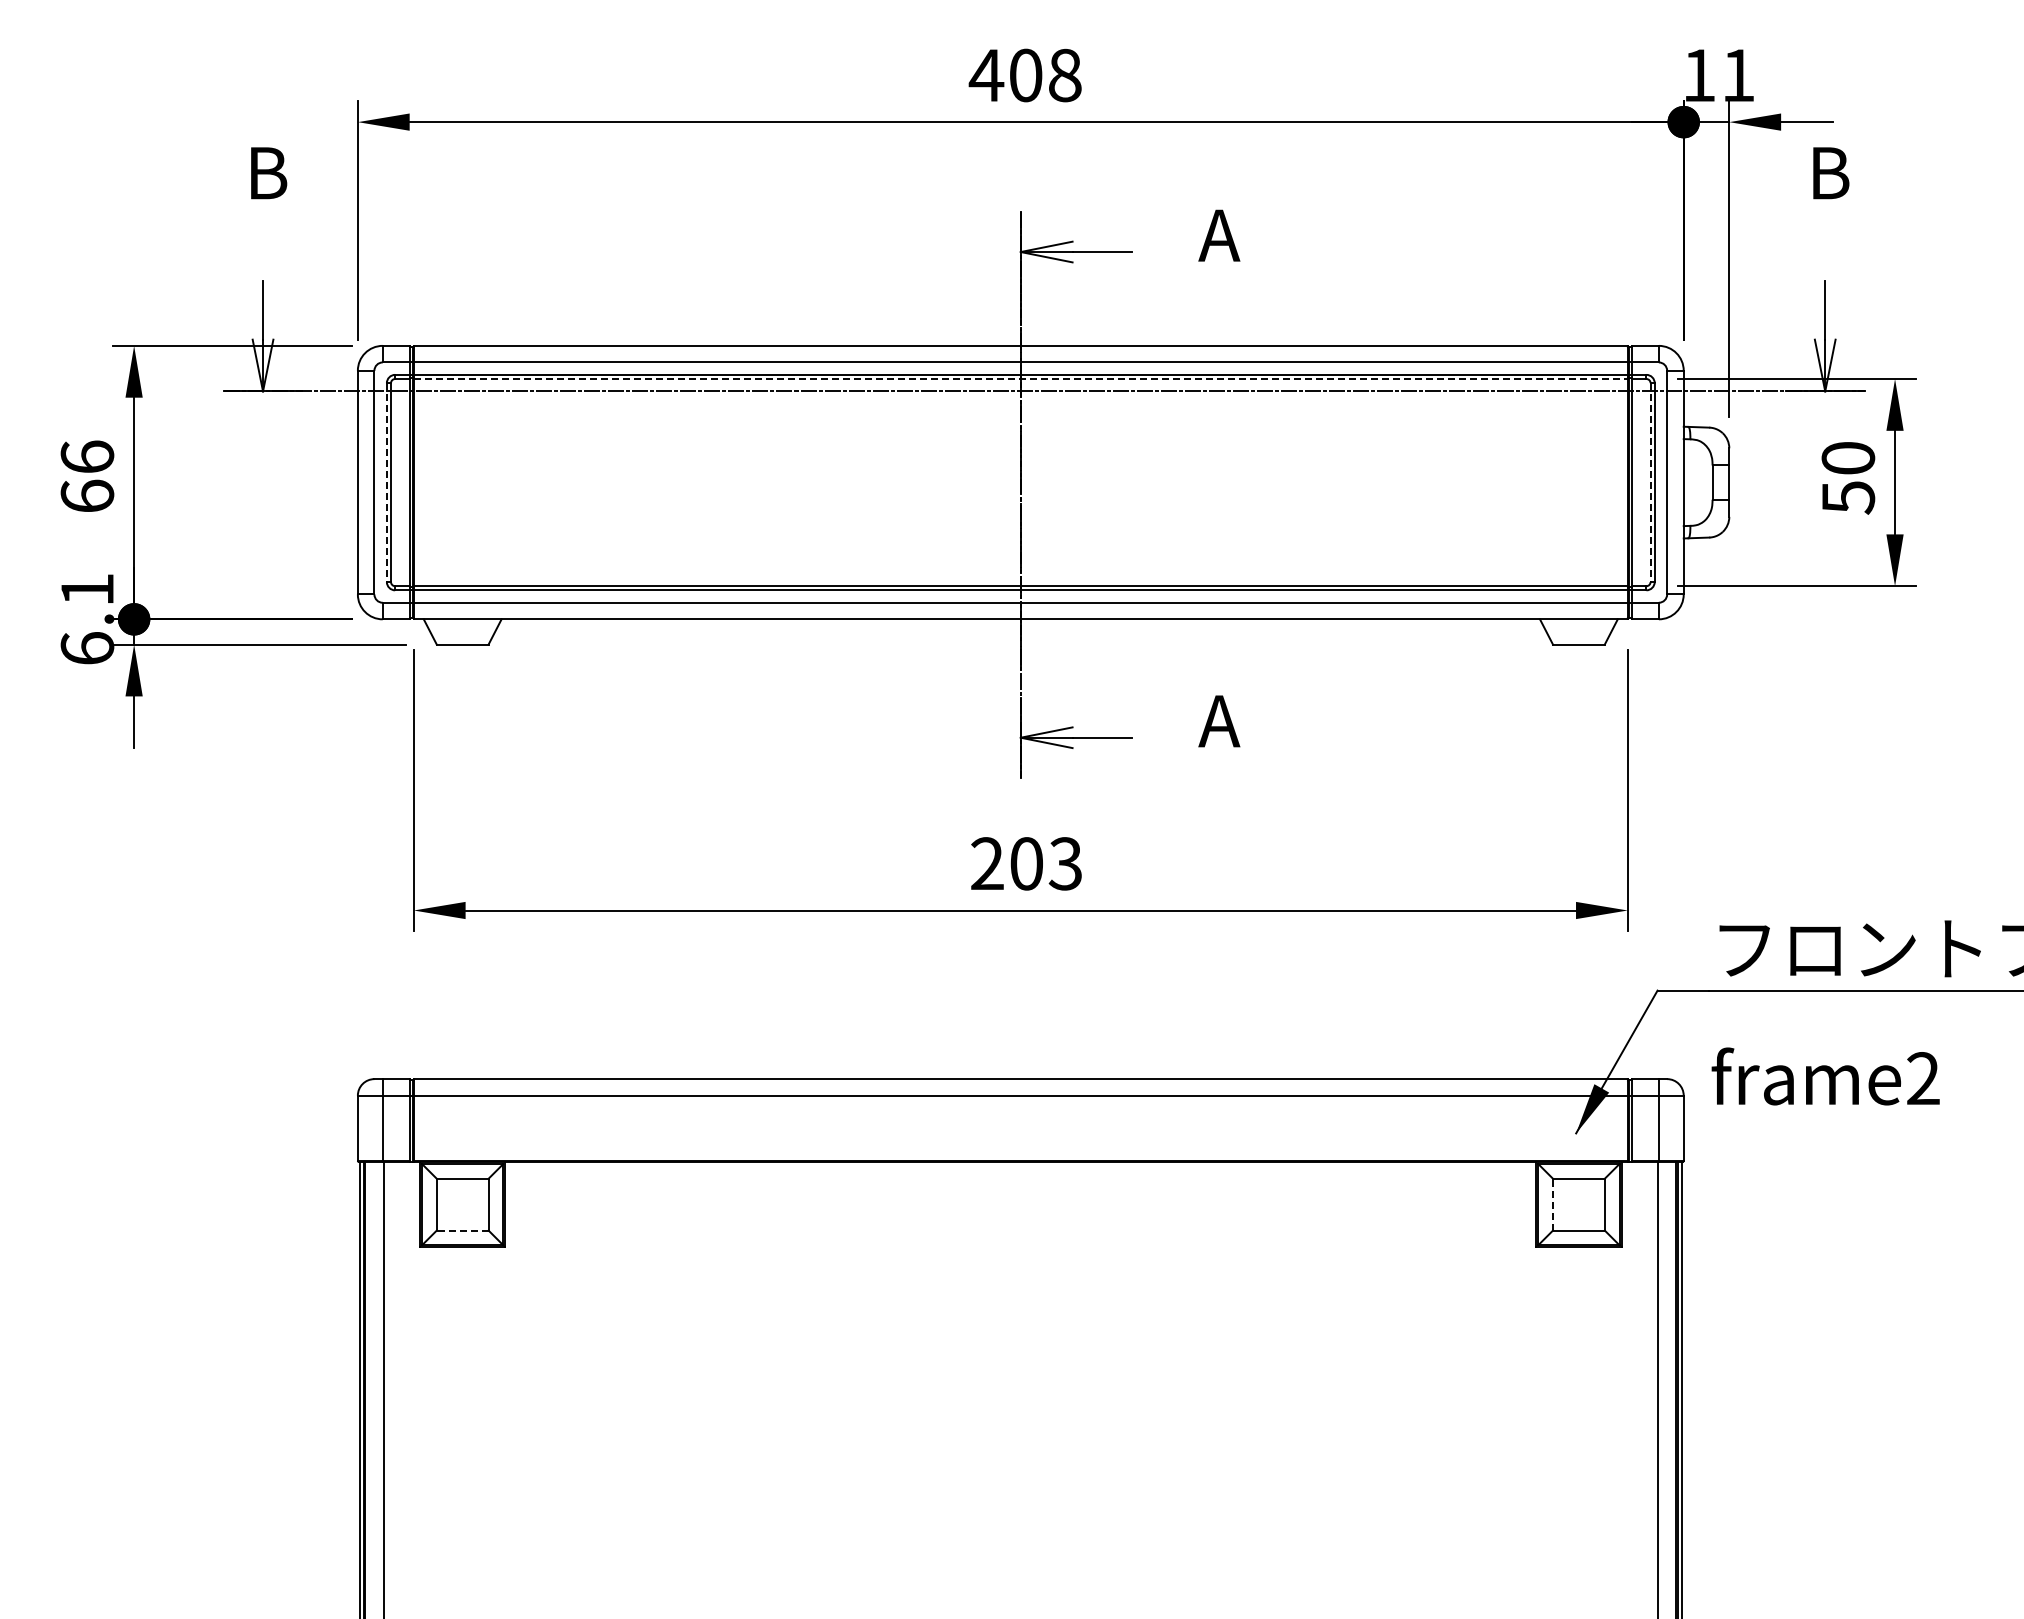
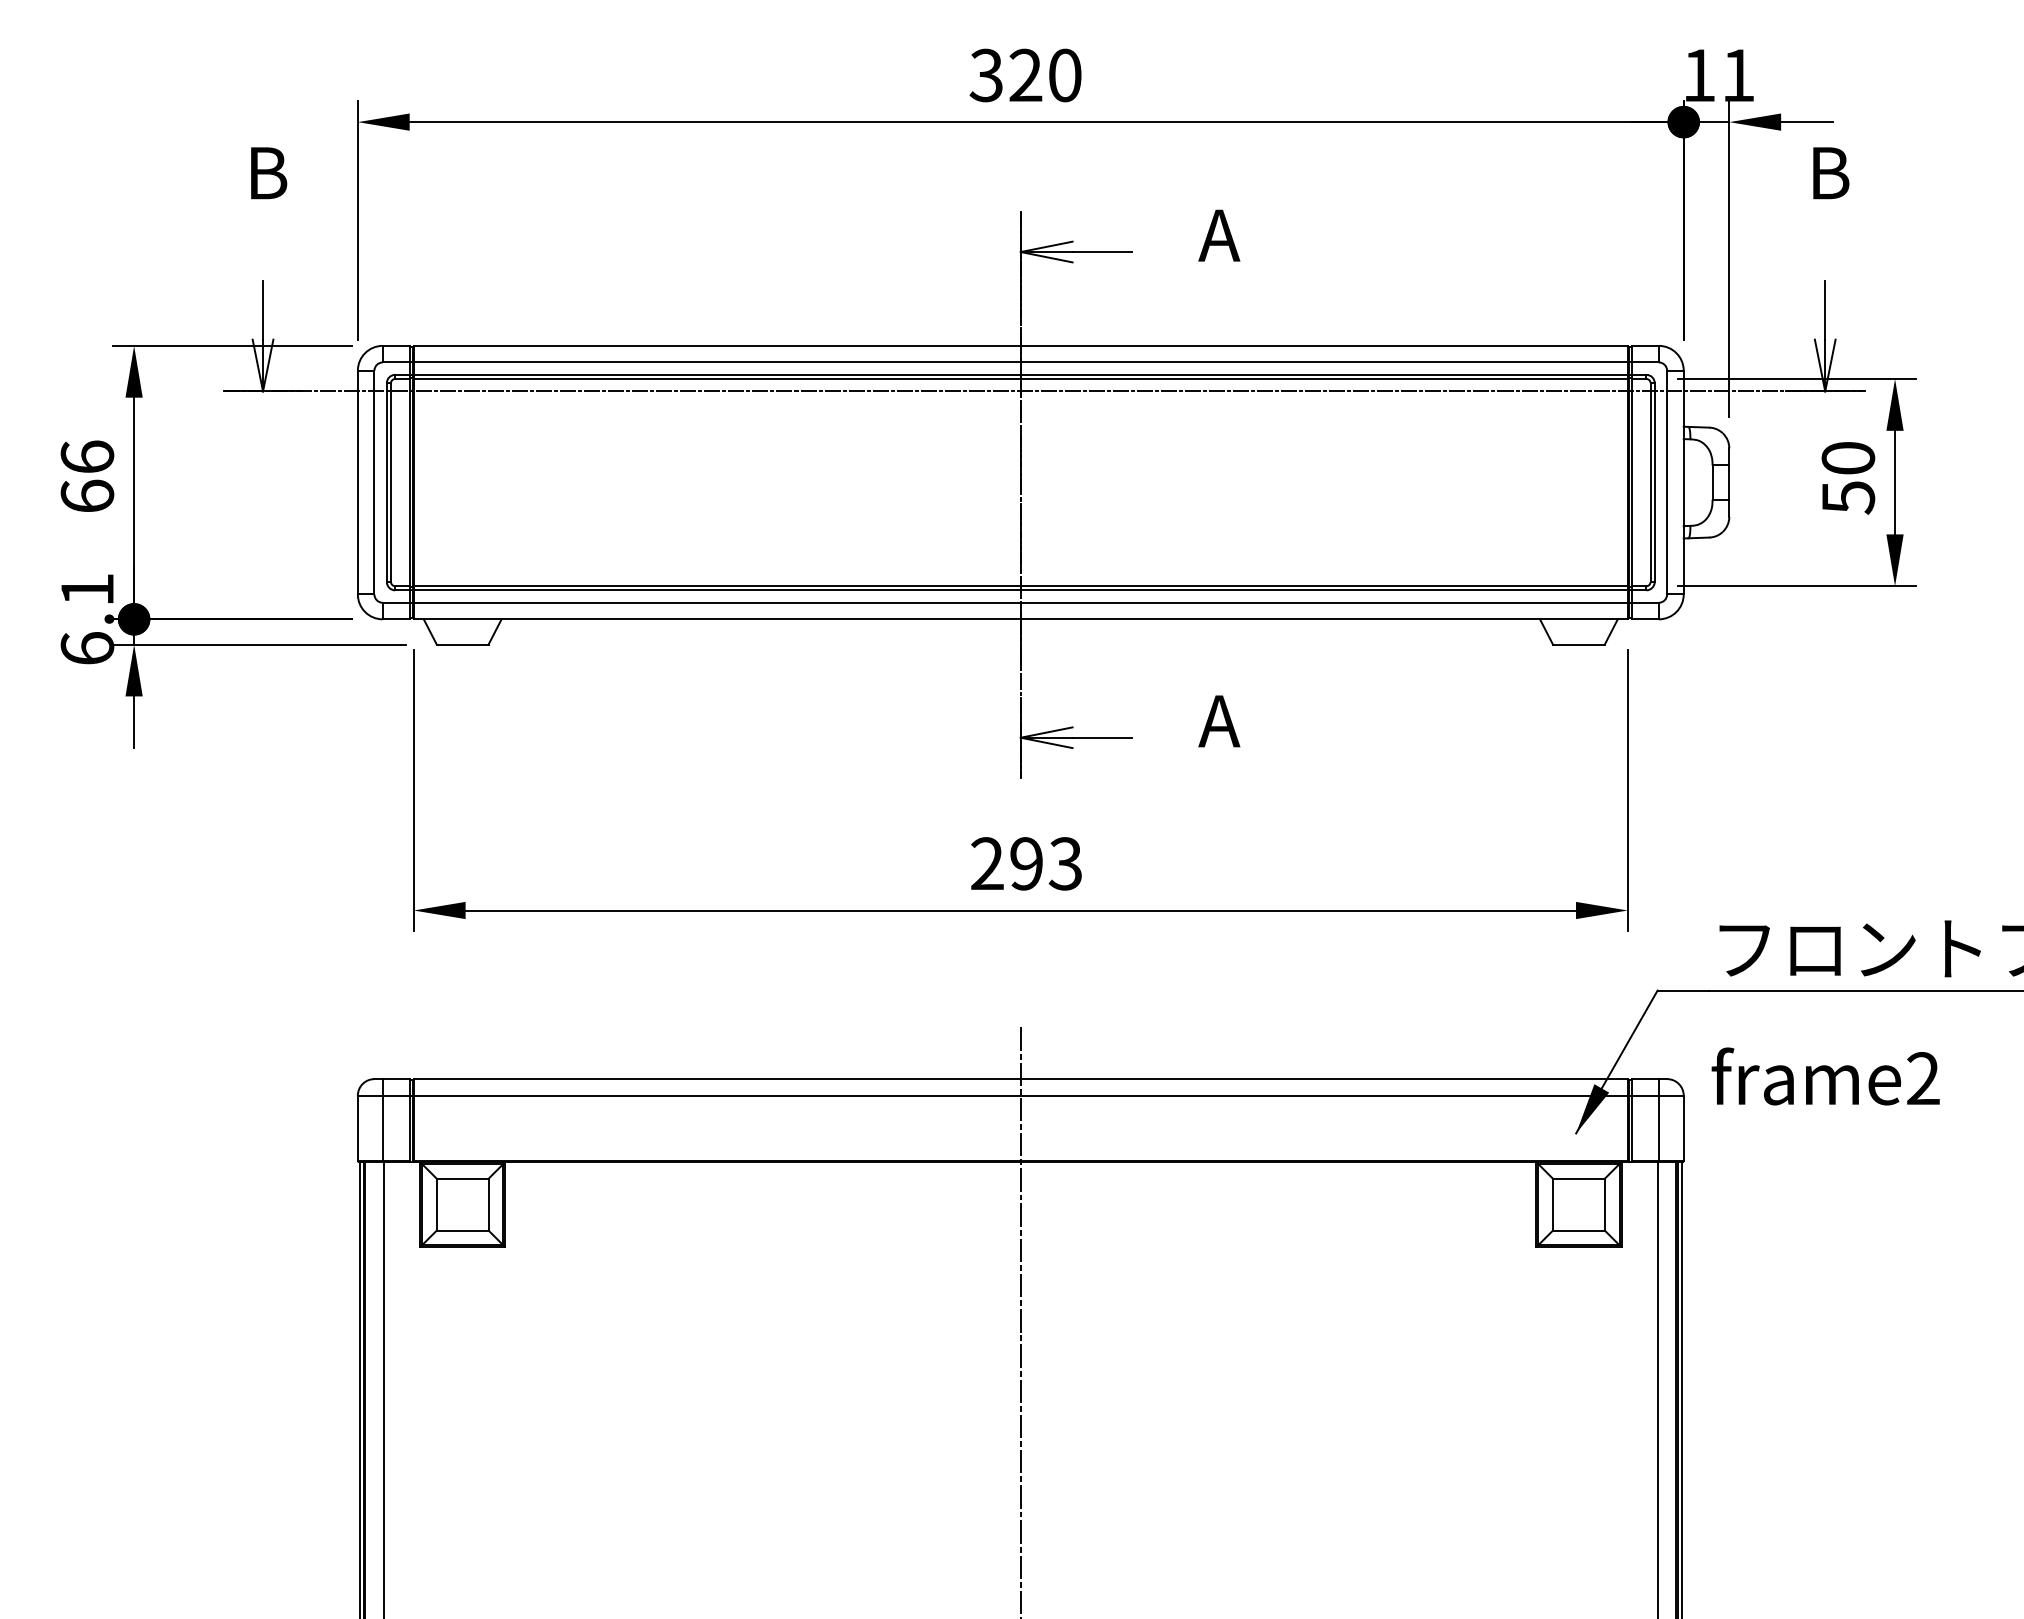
text at (1024, 75): 408 -> 320
line at (1020, 379): dashed -> solid
line at (386, 483): dashed -> solid
line at (1650, 483): dashed -> solid
text at (1026, 863): 203 -> 293
line at (1553, 1204): dashed -> solid
line at (462, 1230): dashed -> solid
line at (1020, 1321): none -> present
